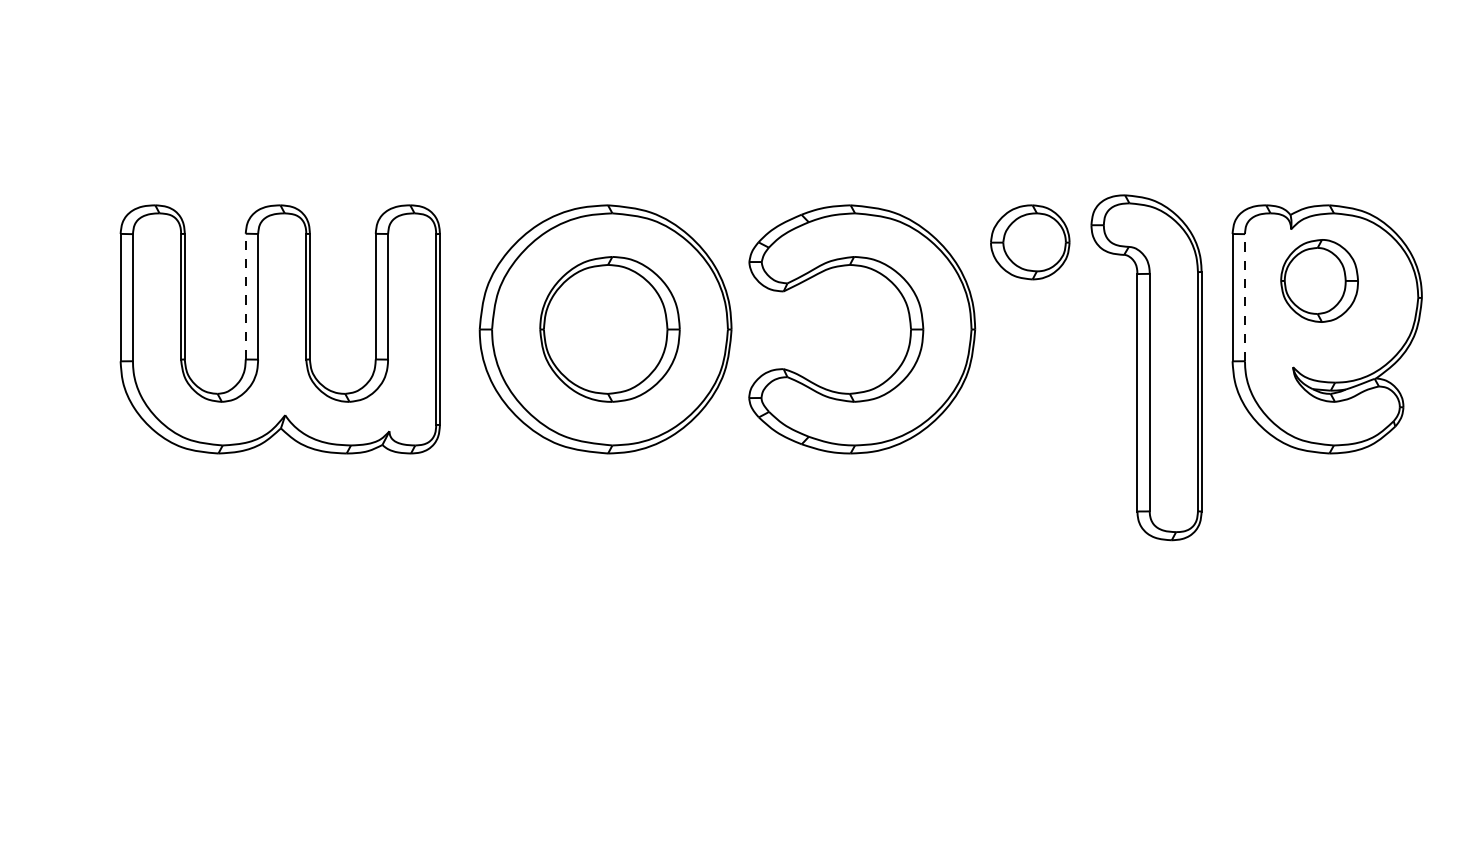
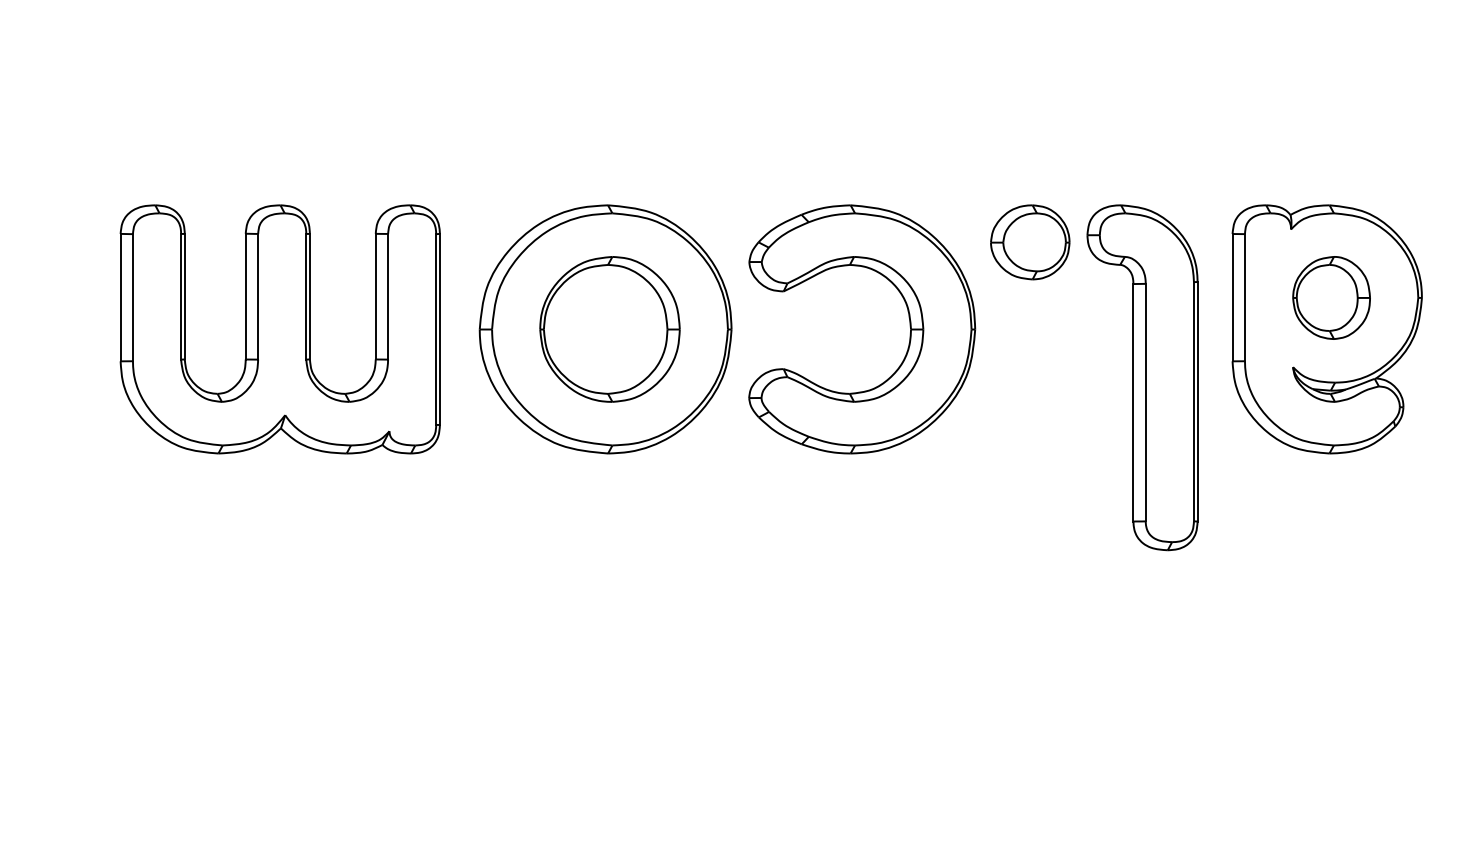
part at (1319, 280) position: (1319, 280) -> (1331, 297)
line at (245, 296): dashed -> solid
line at (1244, 297): dashed -> solid
part at (1146, 367) position: (1146, 367) -> (1142, 377)
